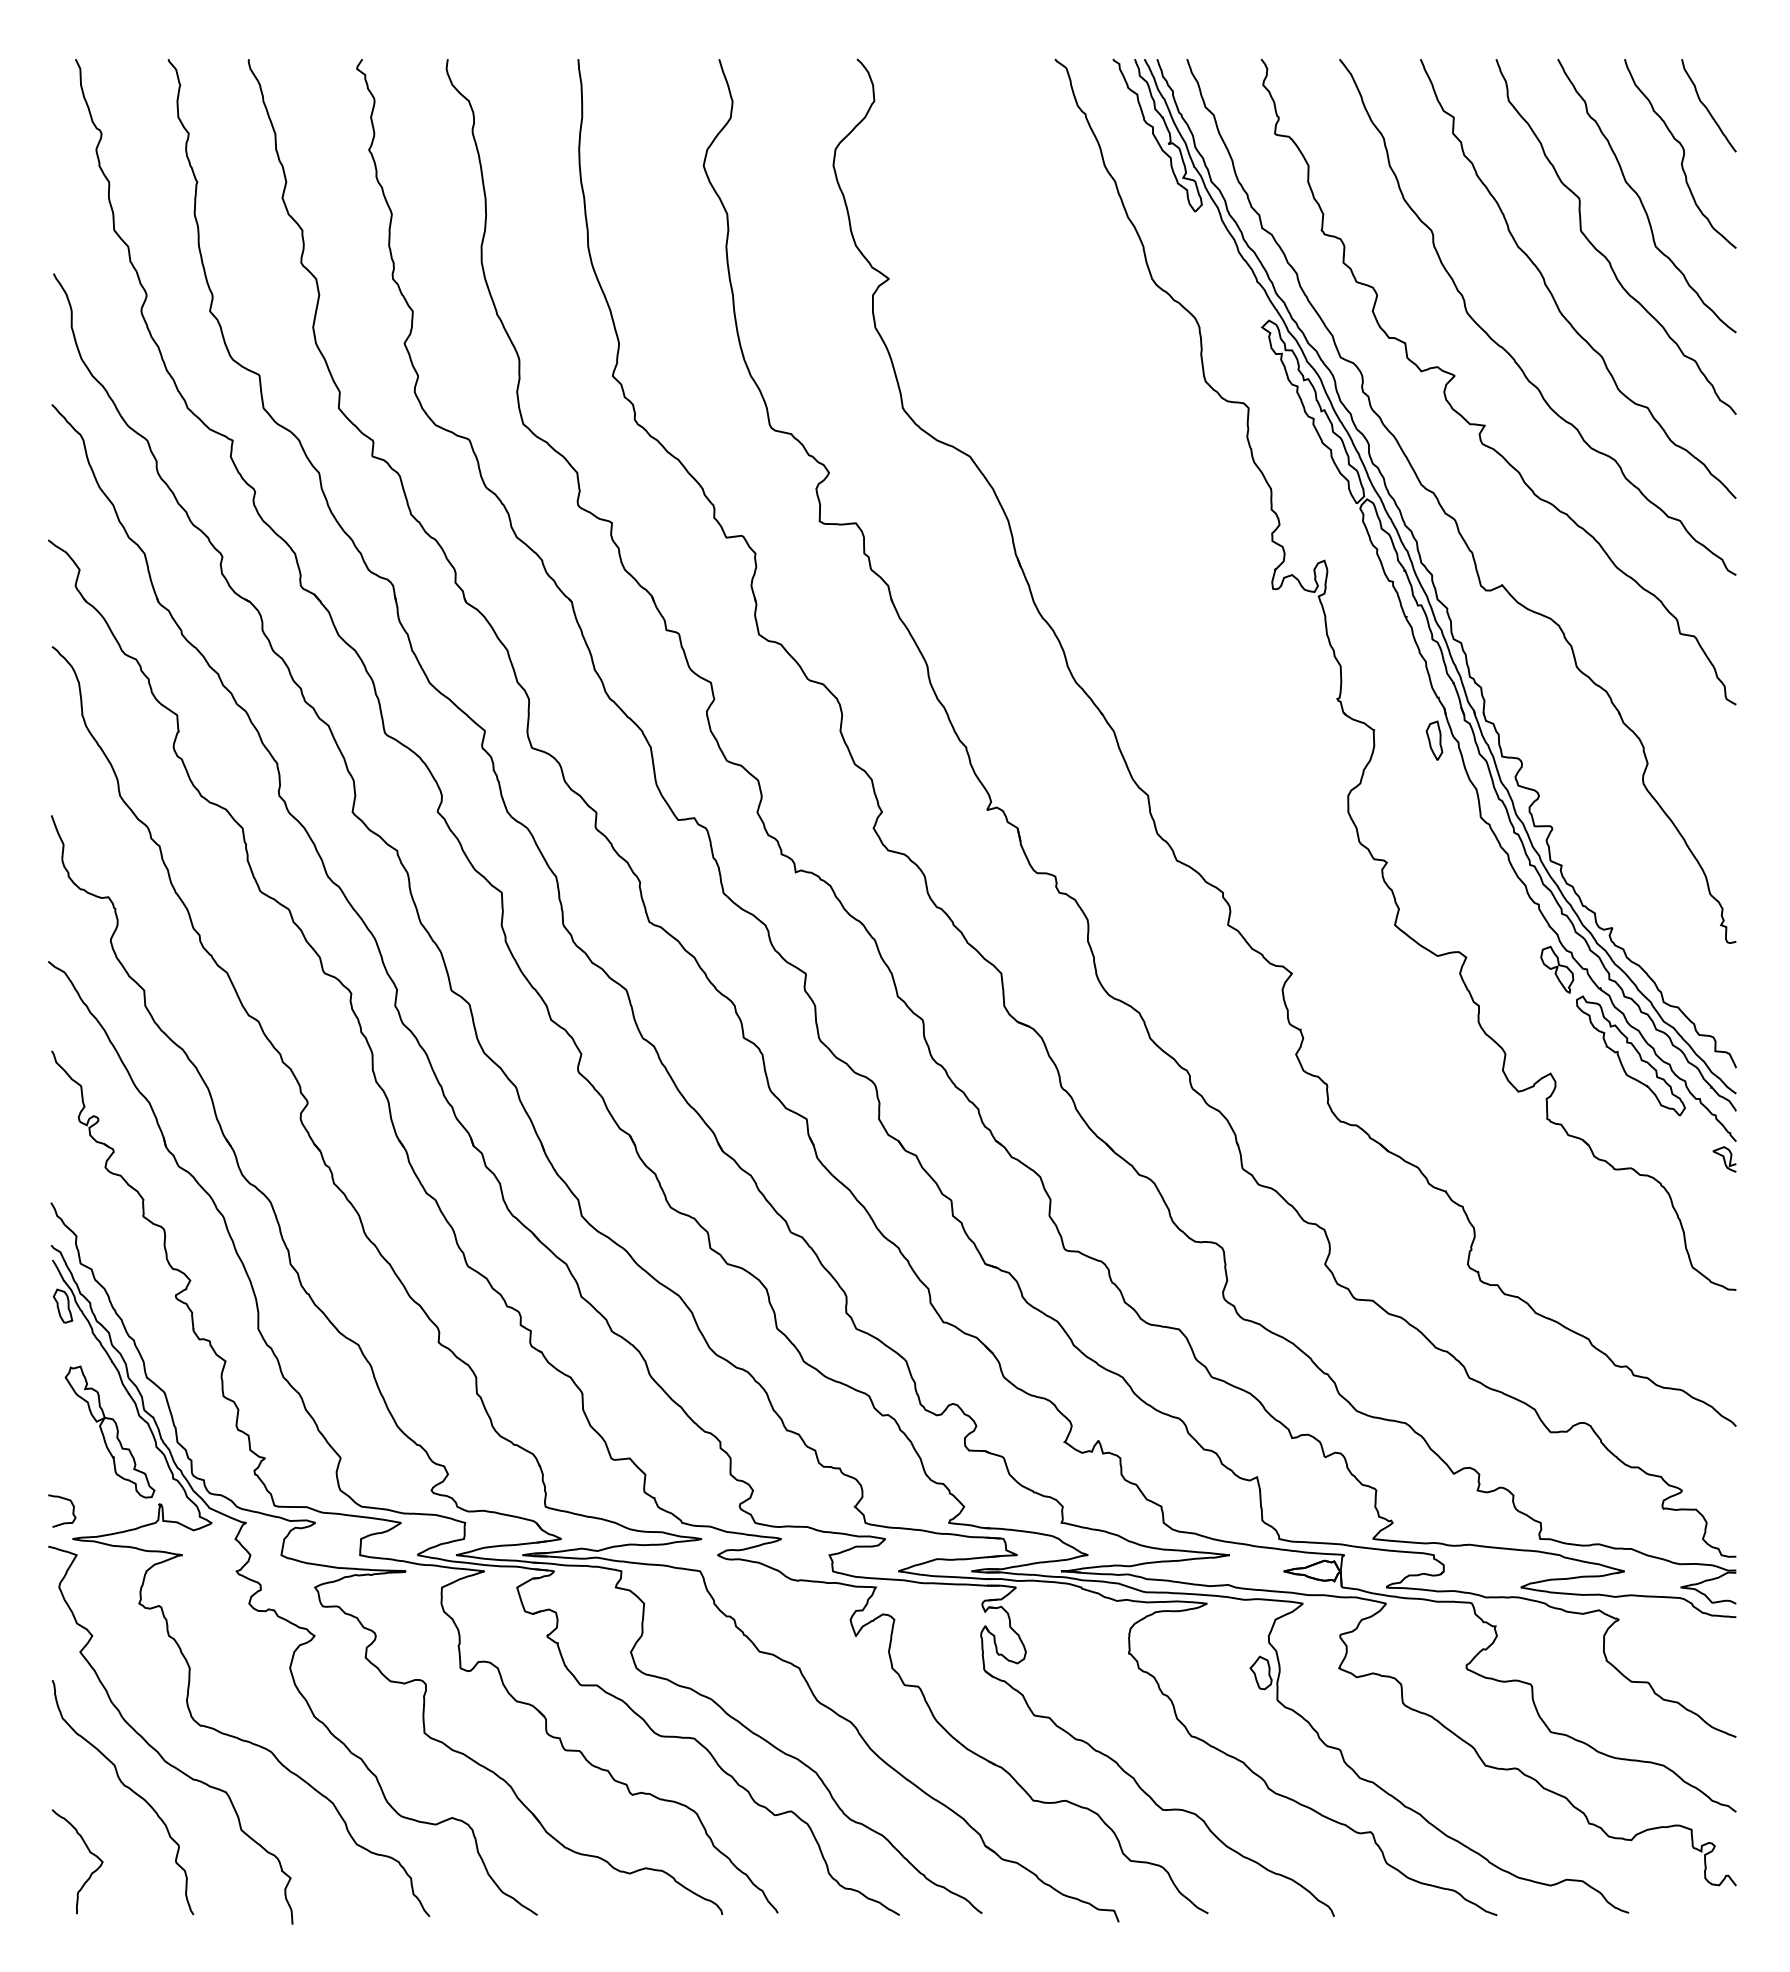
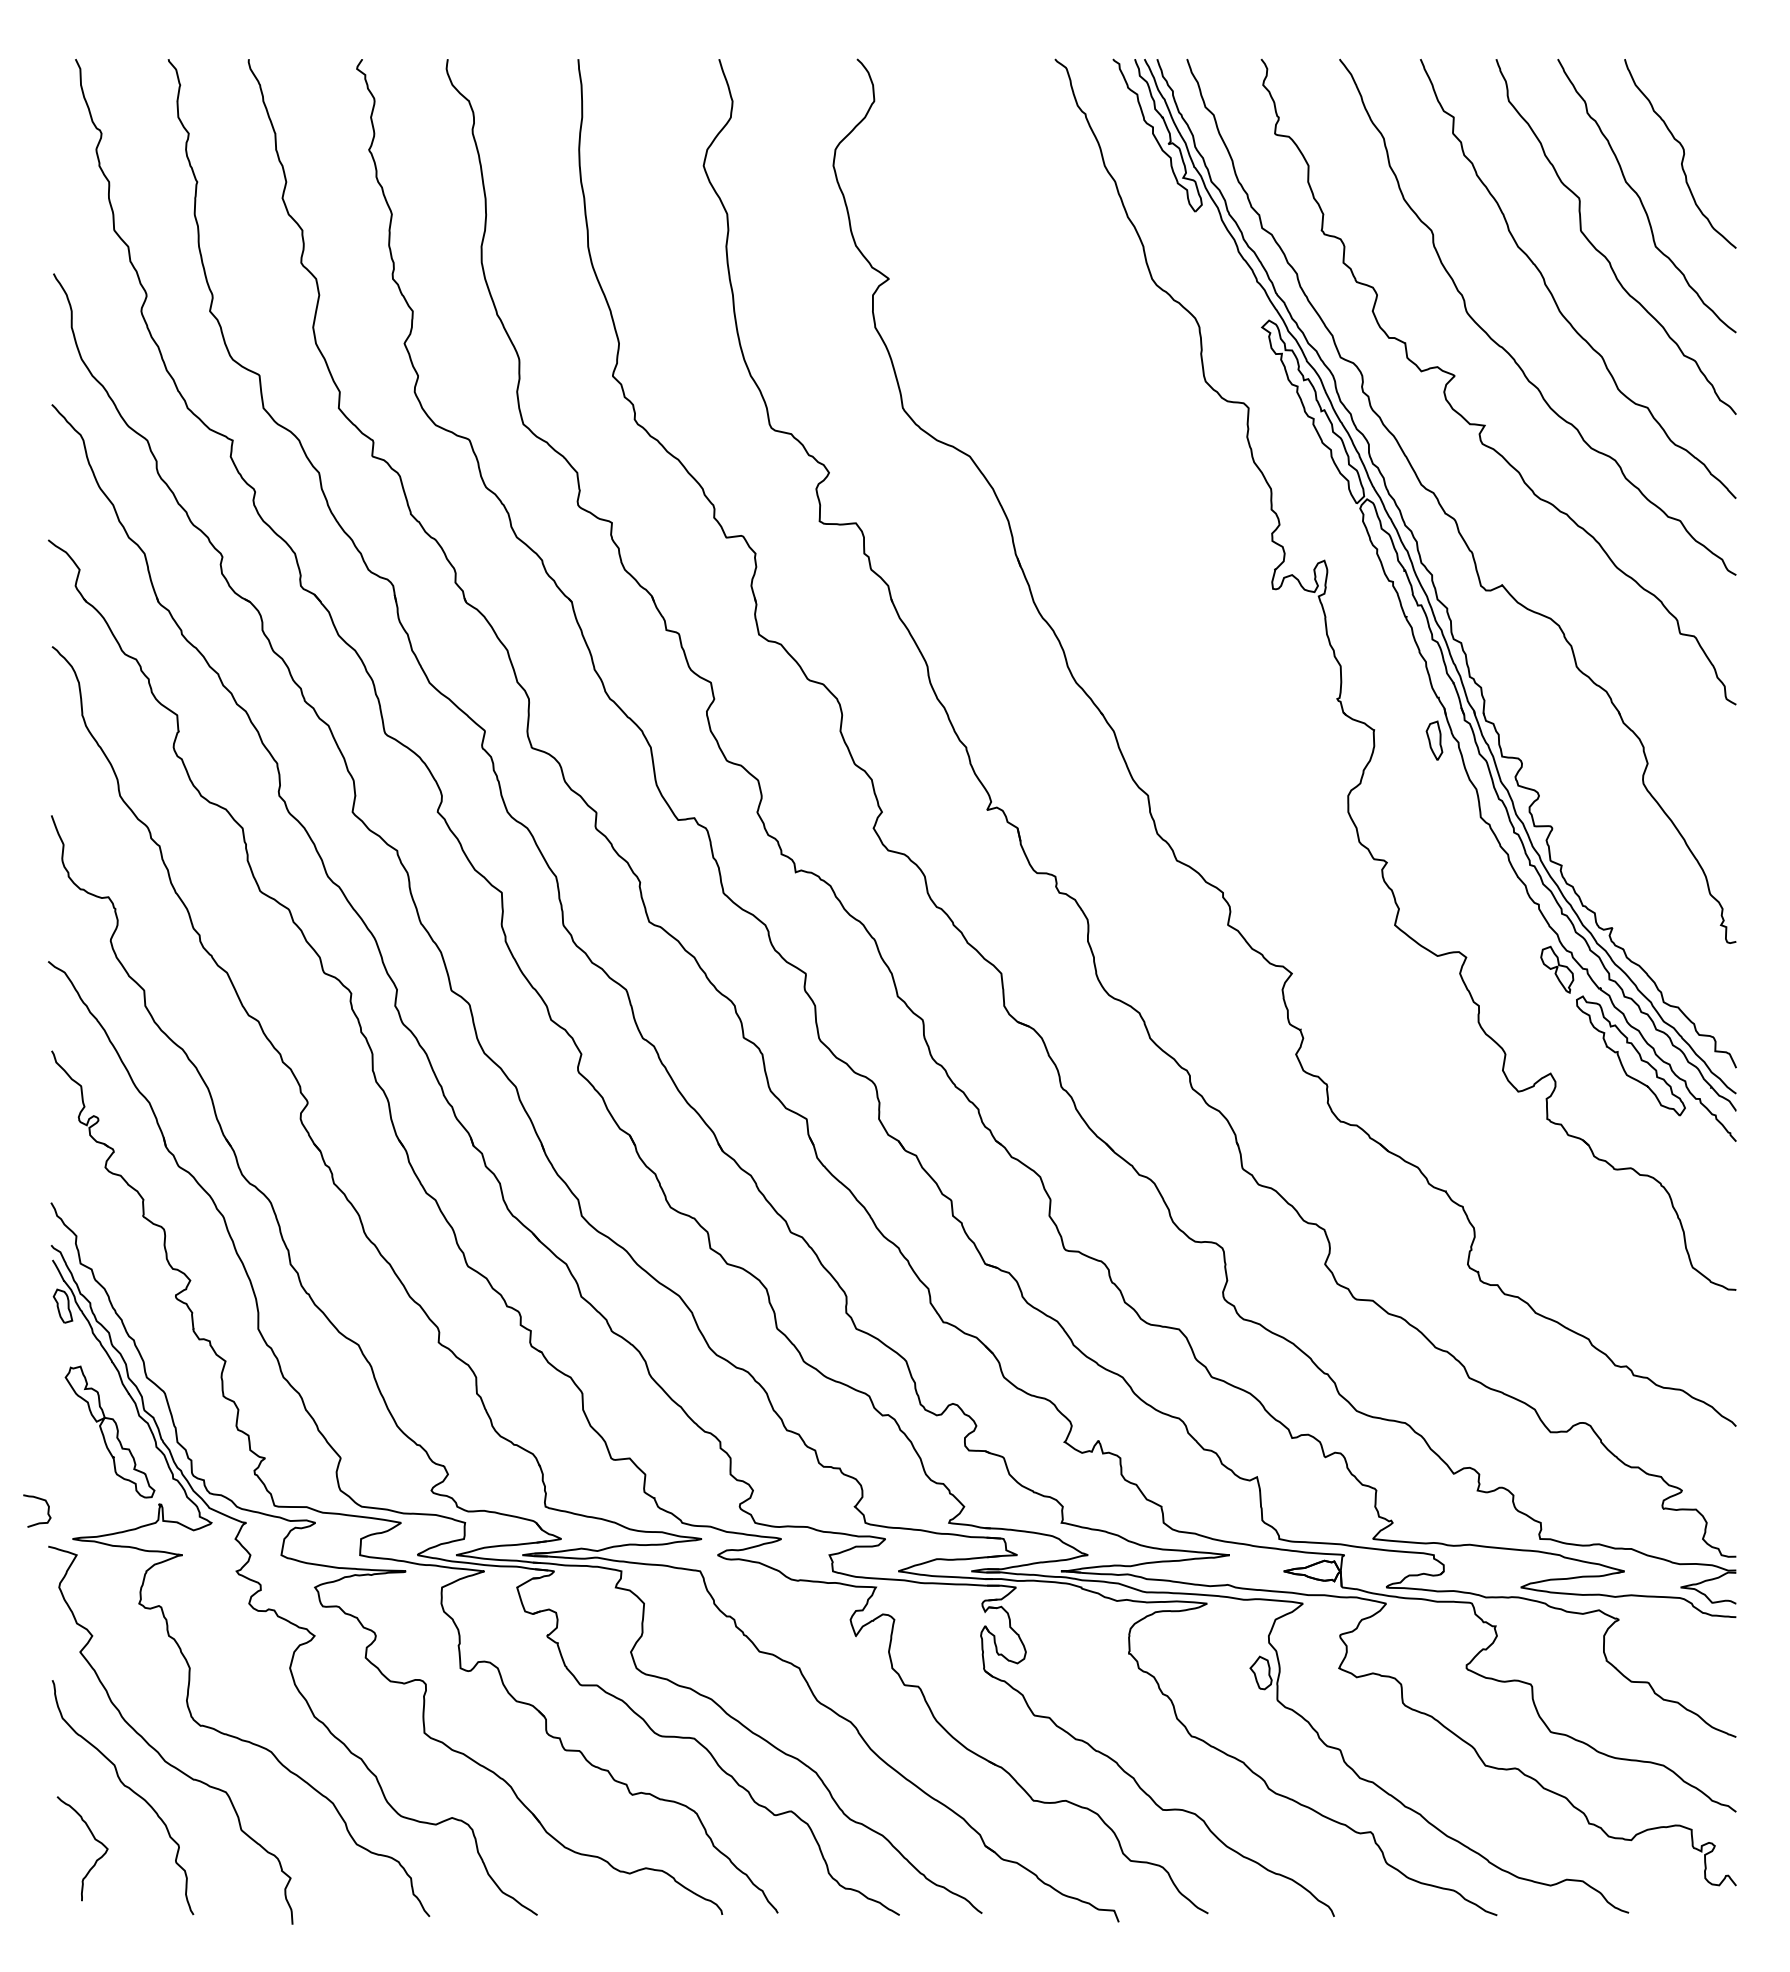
curve at (1706, 106): present -> none
curve at (1724, 1159): present -> none
curve at (72, 1510) position: (72, 1510) -> (47, 1510)
curve at (88, 1851) position: (88, 1851) -> (93, 1838)
